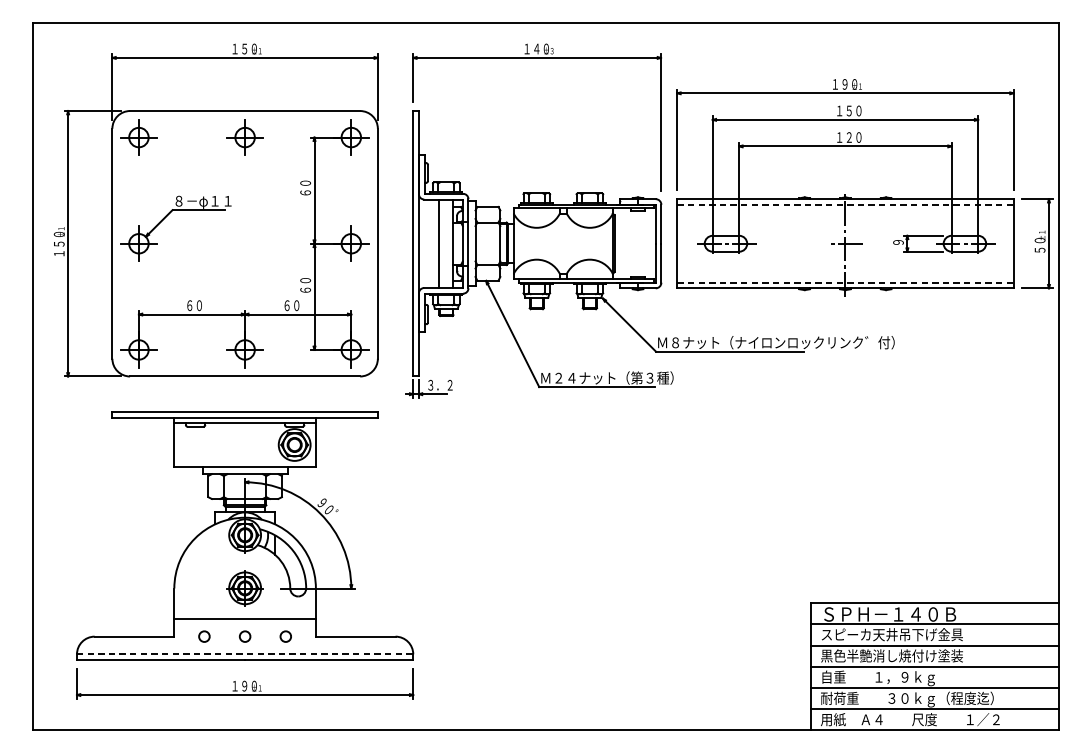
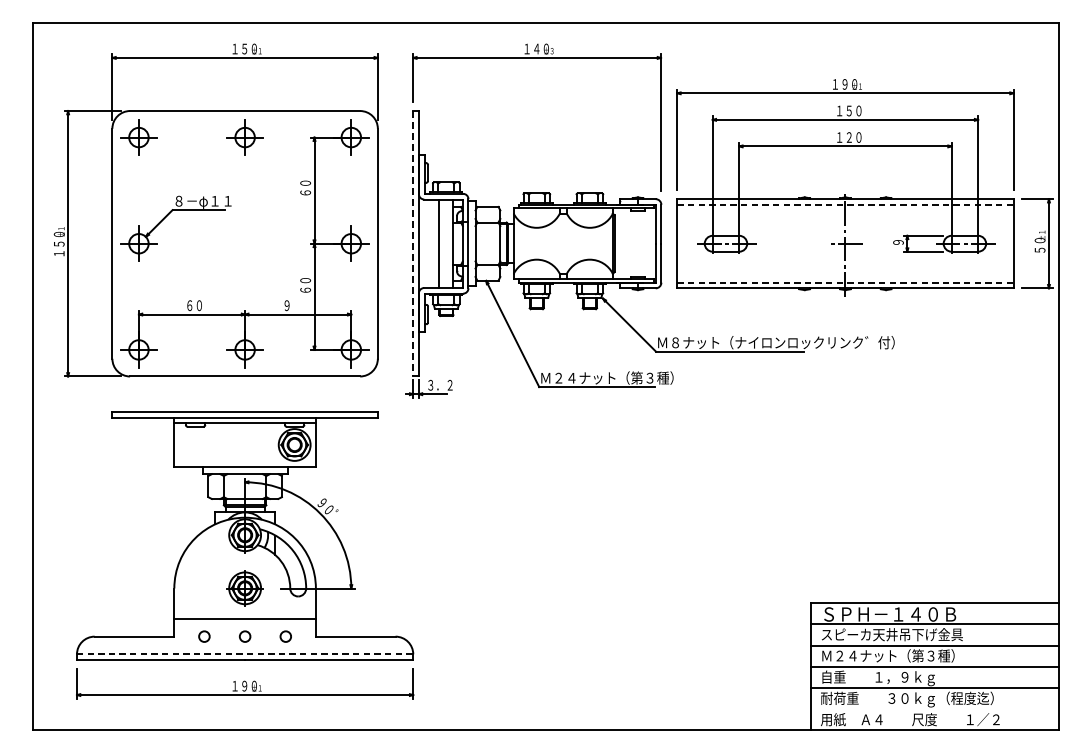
line at (413, 243): solid -> dashed
text at (291, 305): ６０ -> ９
text at (891, 655): 黒色半艶消し焼付け塗装 -> Ｍ２４ナット（第３種）
line at (935, 709): present -> none
